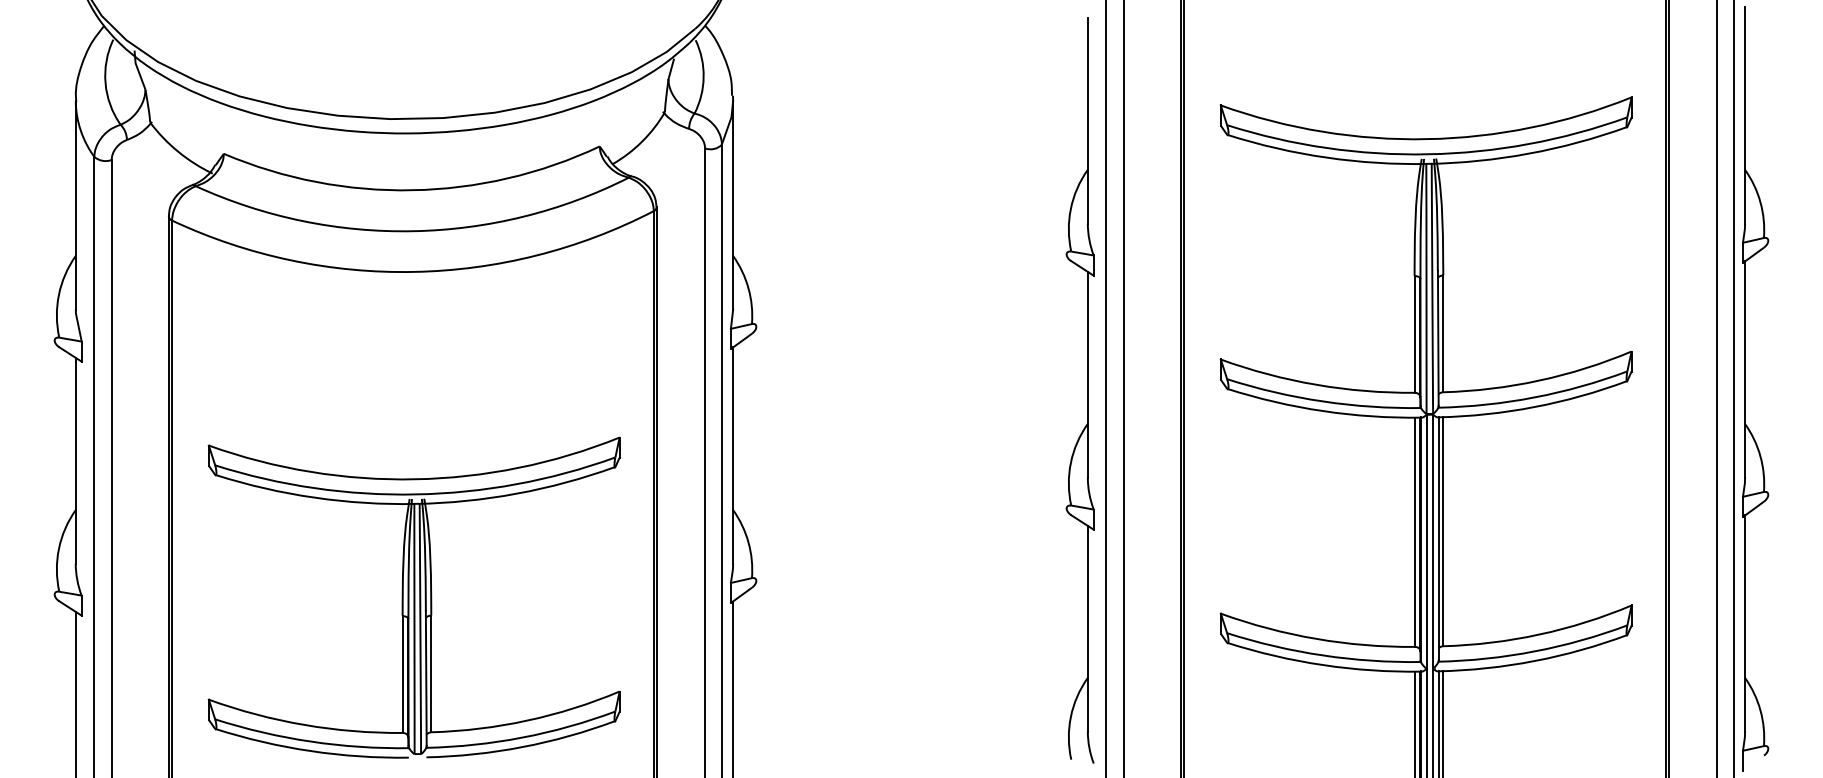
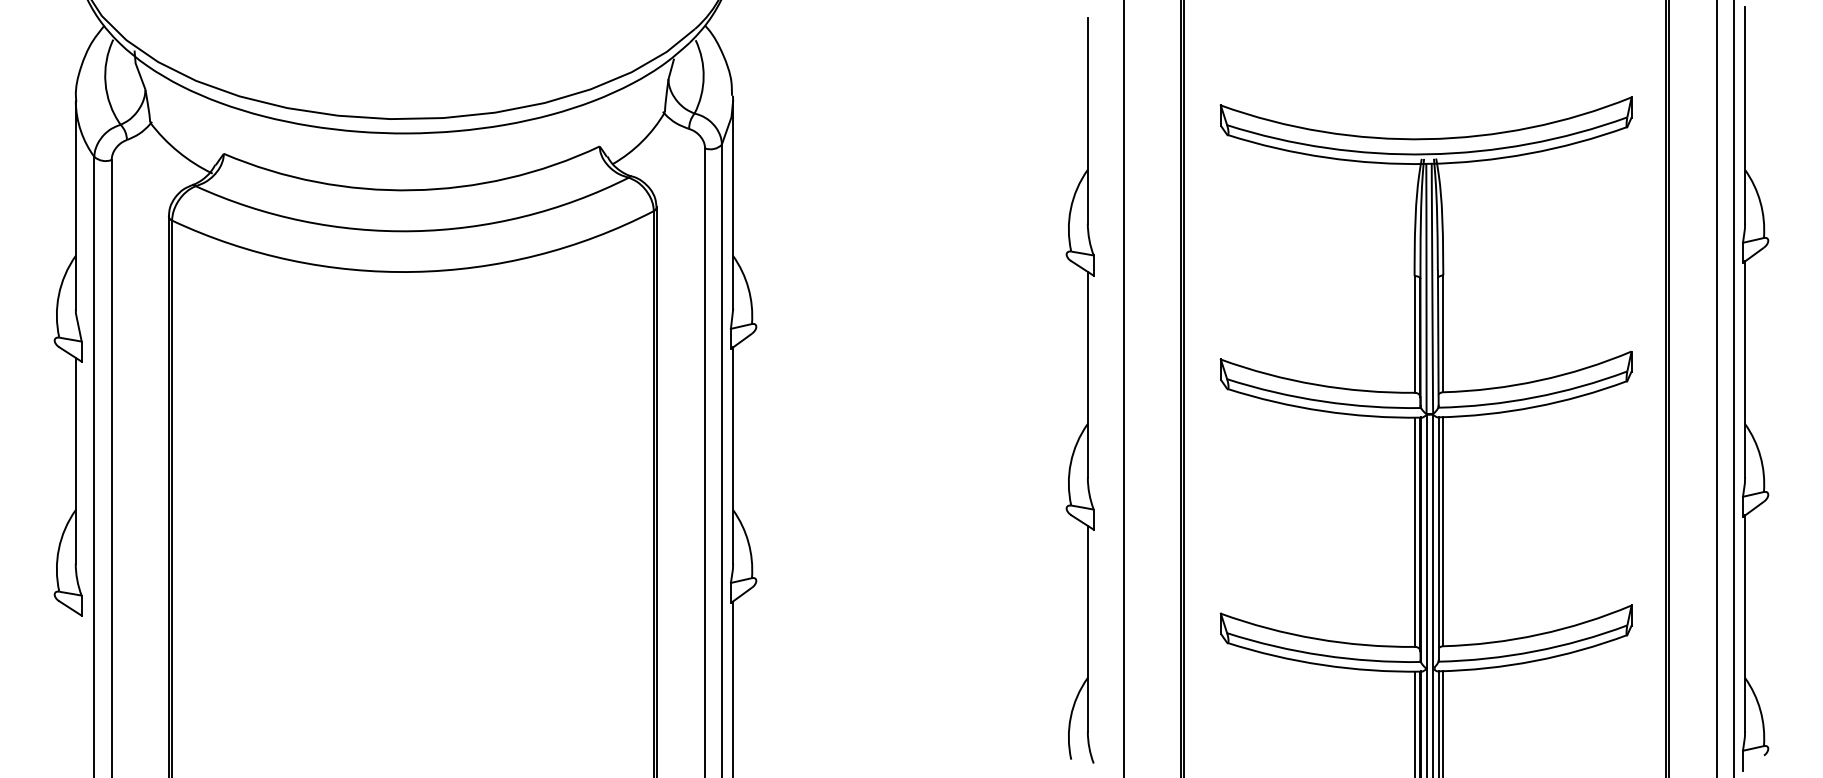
line at (1106, 388): present -> none
part at (413, 597): present -> none
line at (75, 692): present -> none
